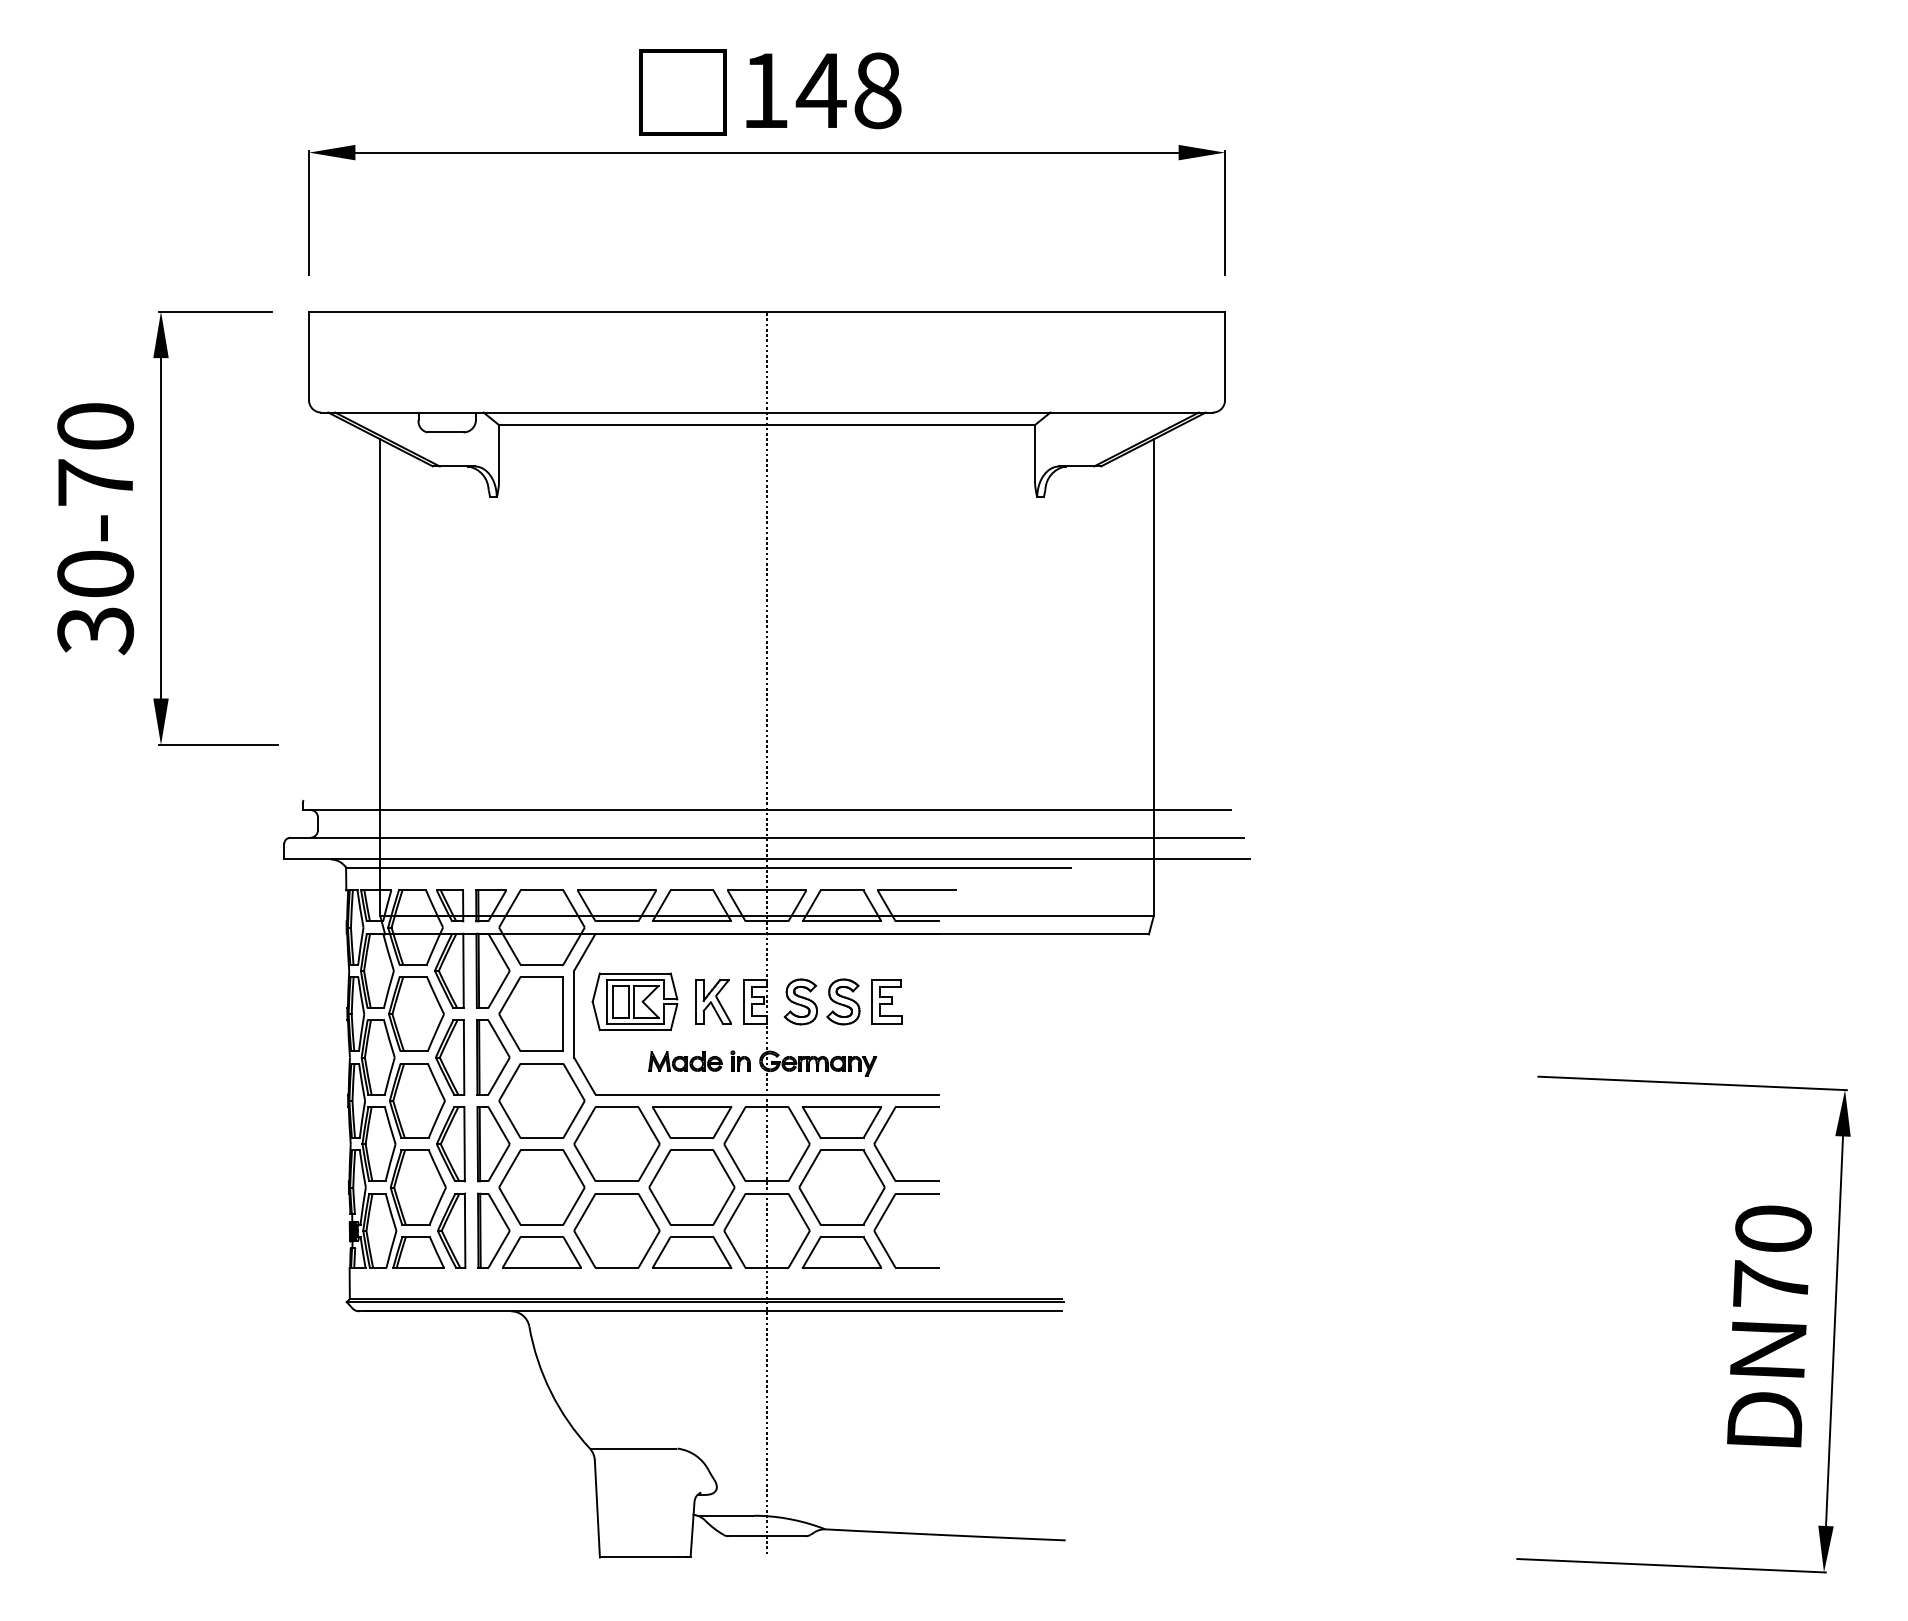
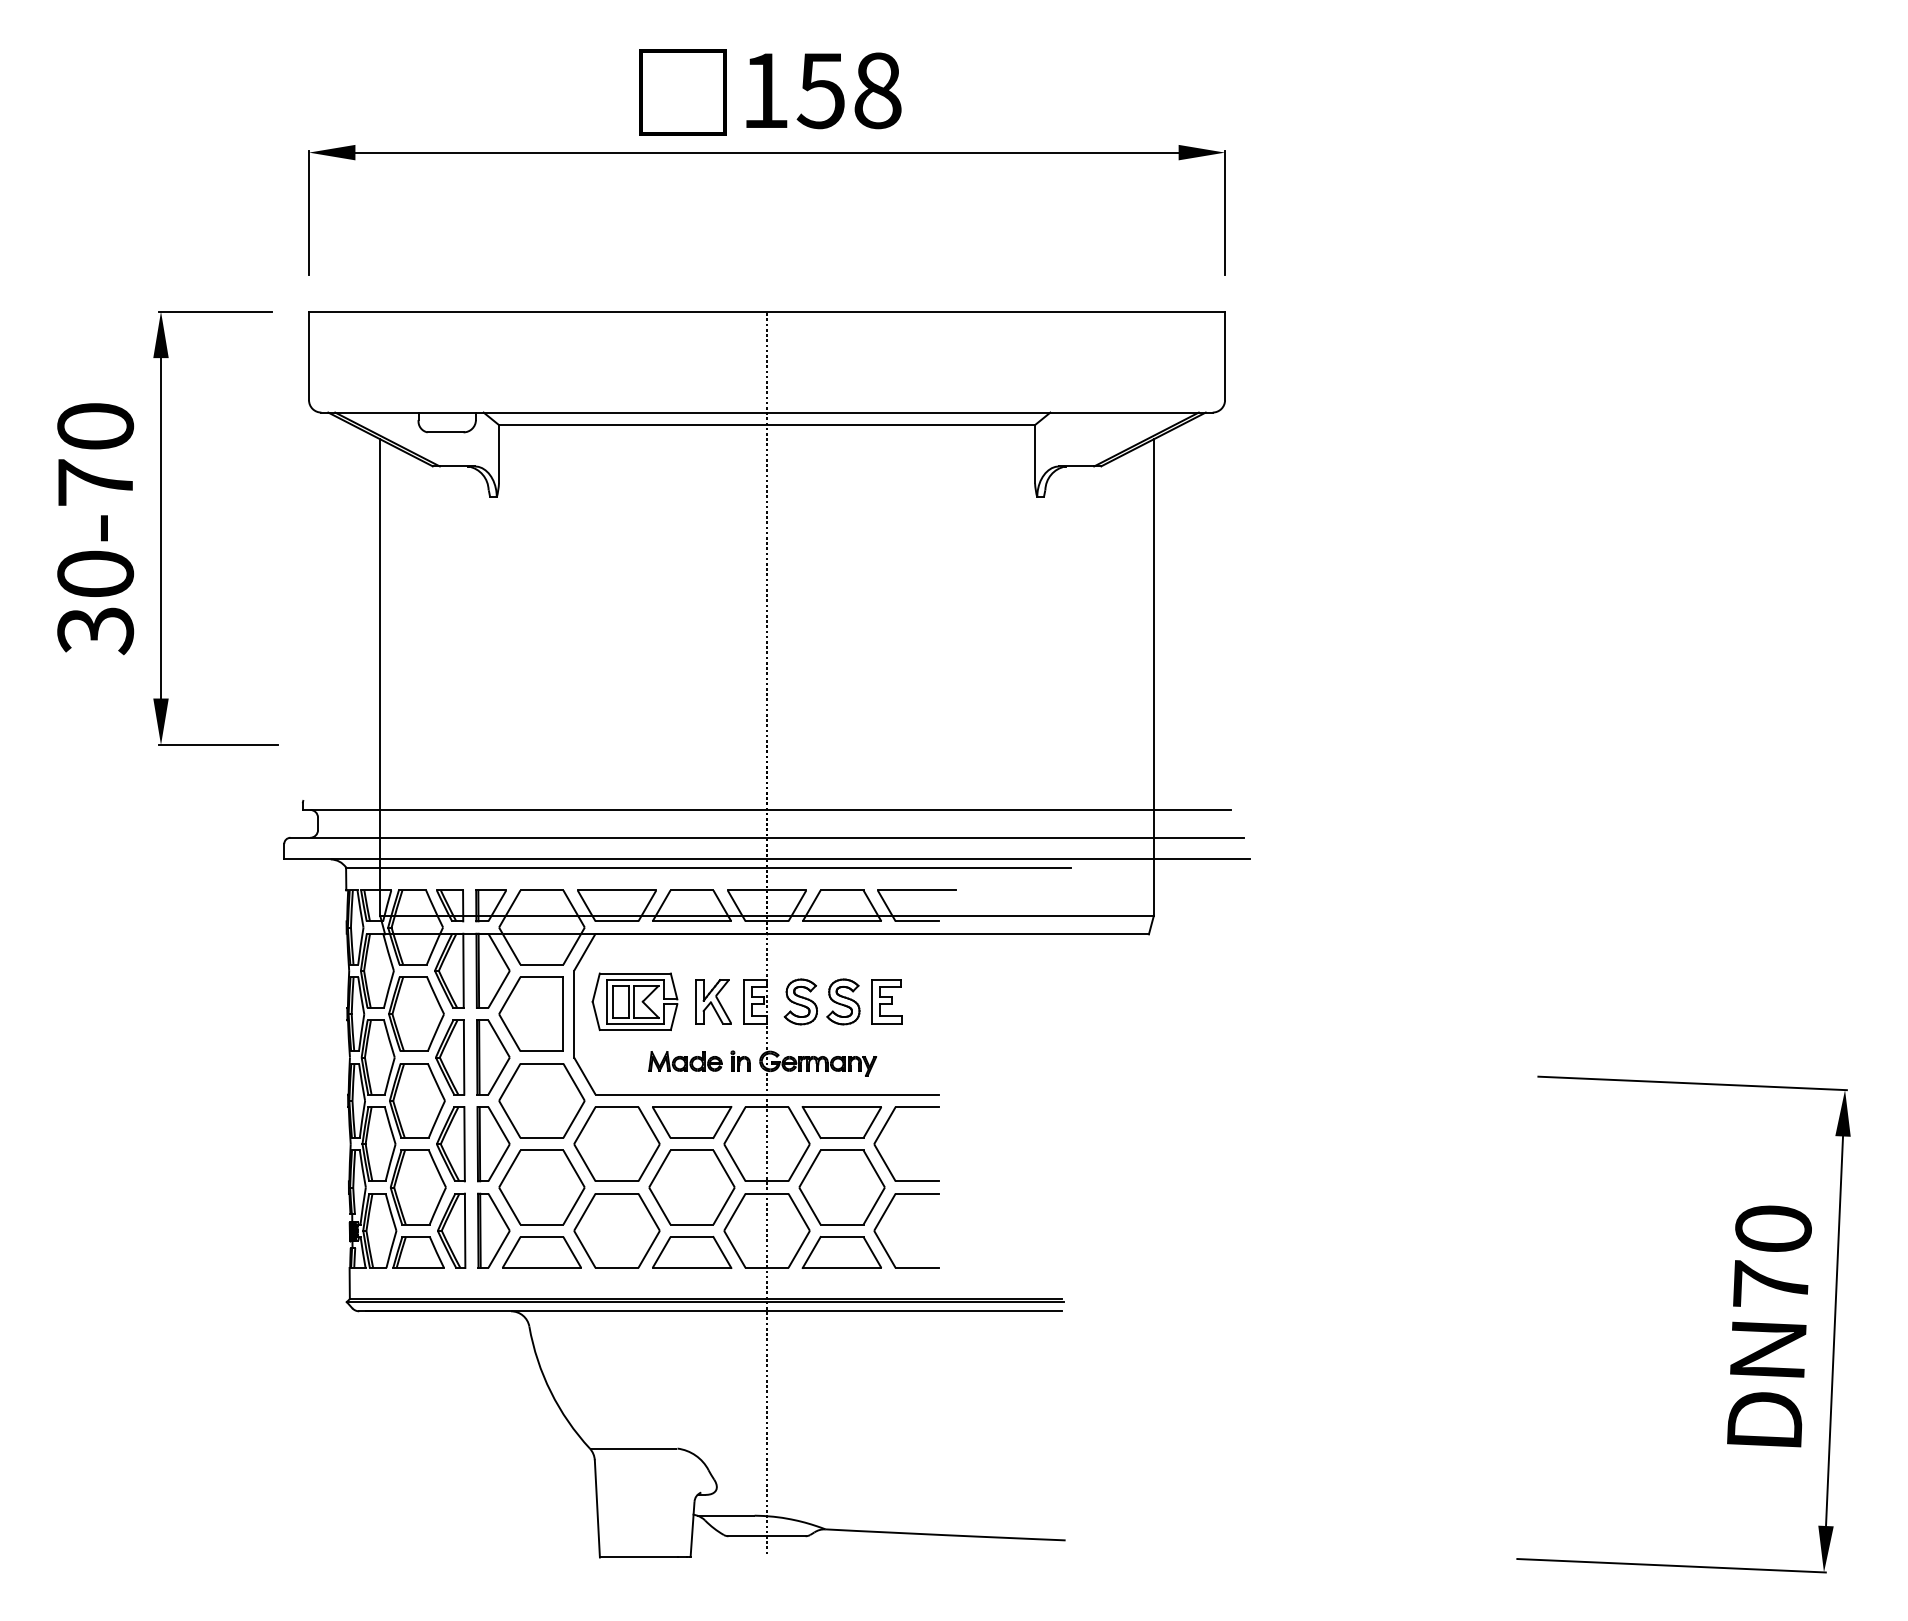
text at (820, 91): 148 -> 158
